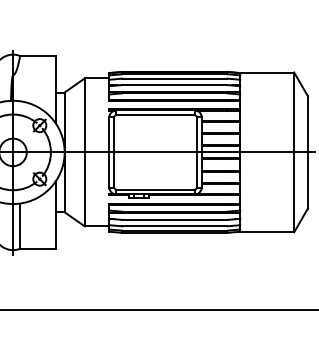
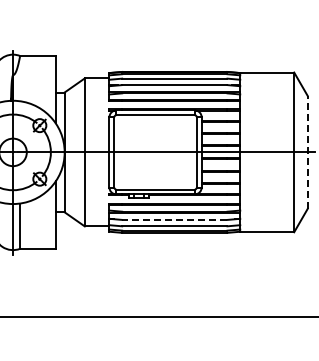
line at (307, 151): solid -> dashed
line at (174, 219): solid -> dashed
line at (158, 310) position: (158, 310) -> (158, 317)
